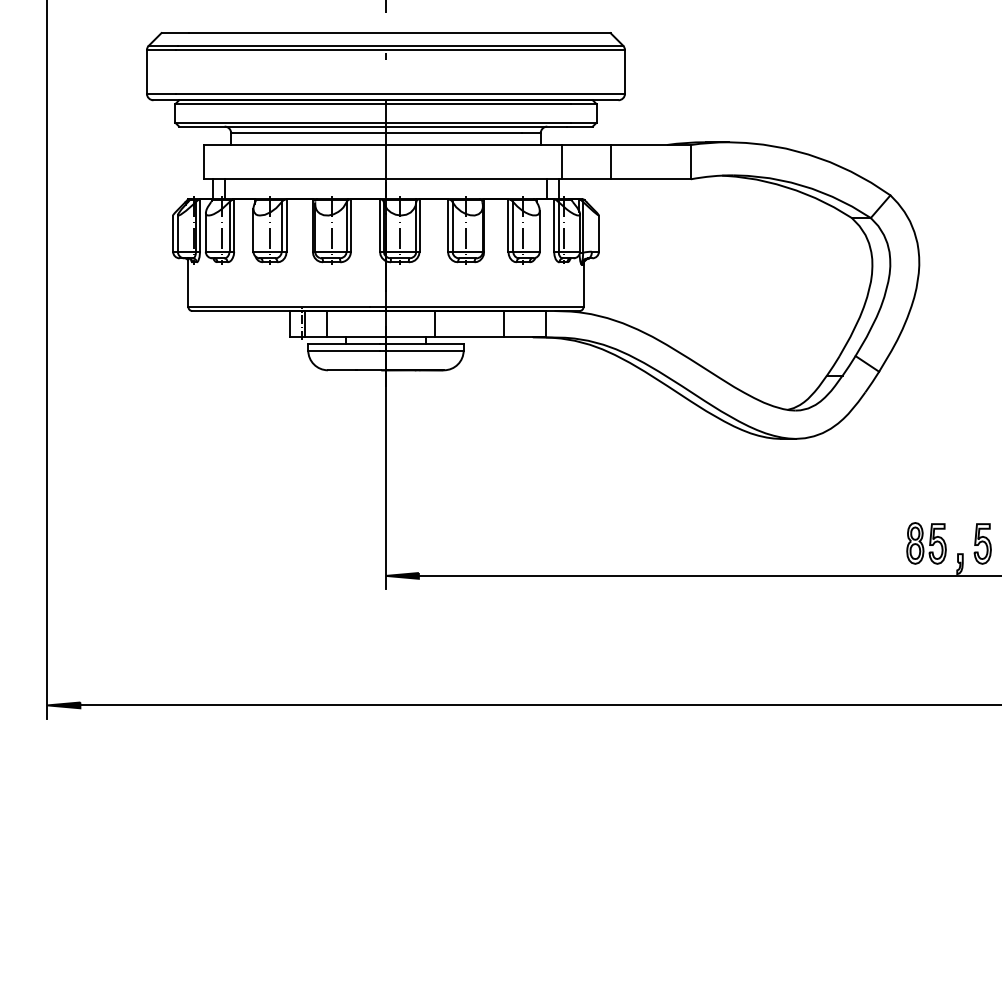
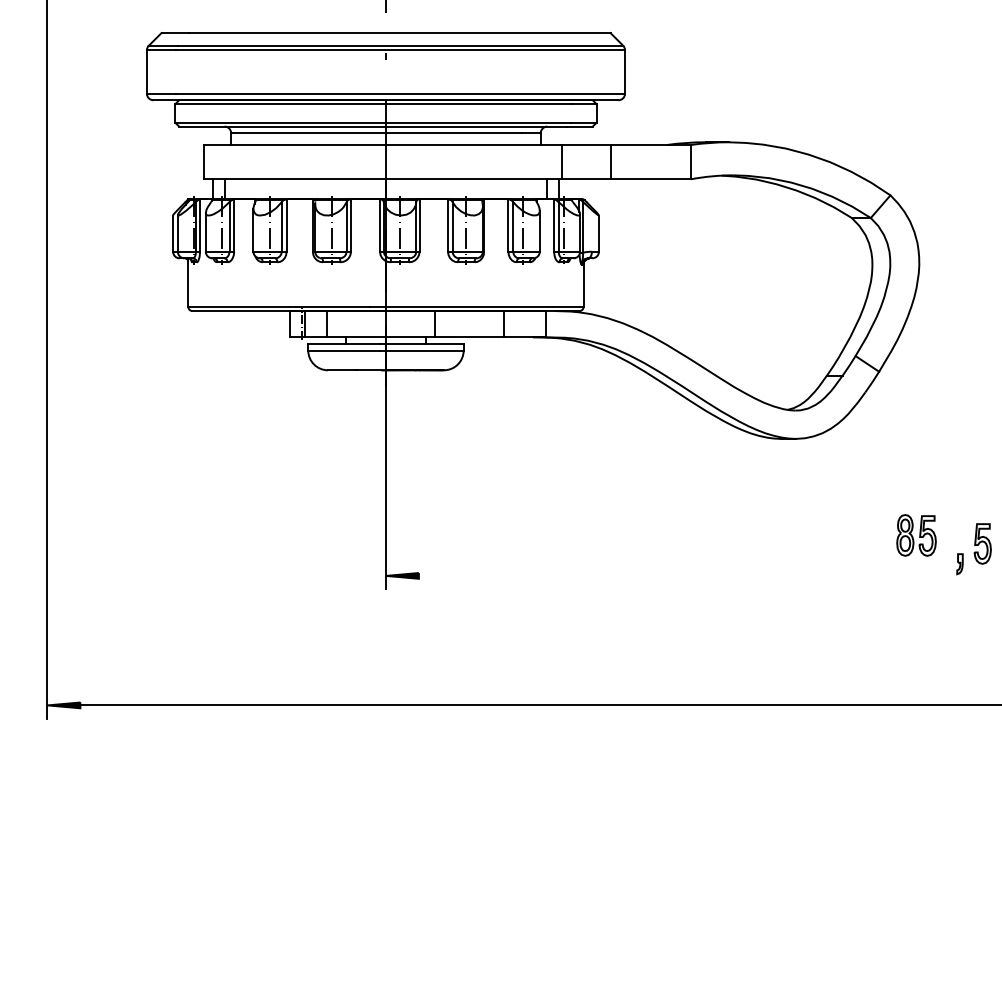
part at (926, 543) position: (926, 543) -> (916, 535)
line at (708, 575): present -> none
